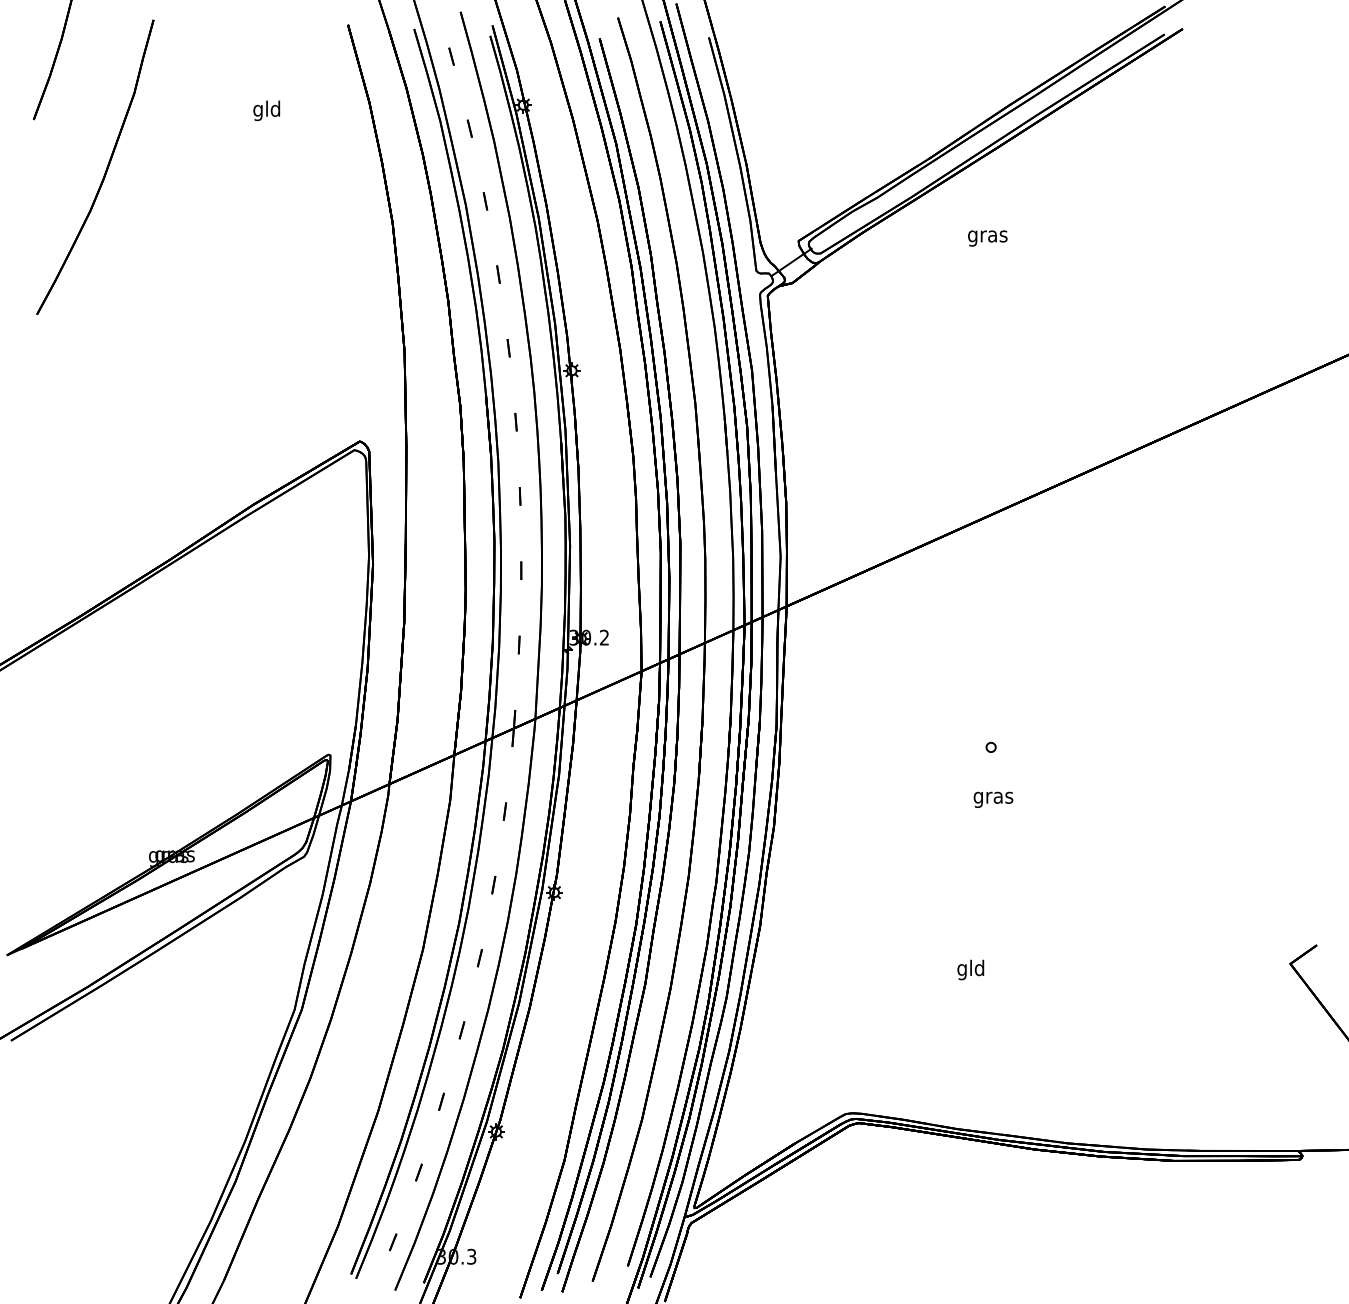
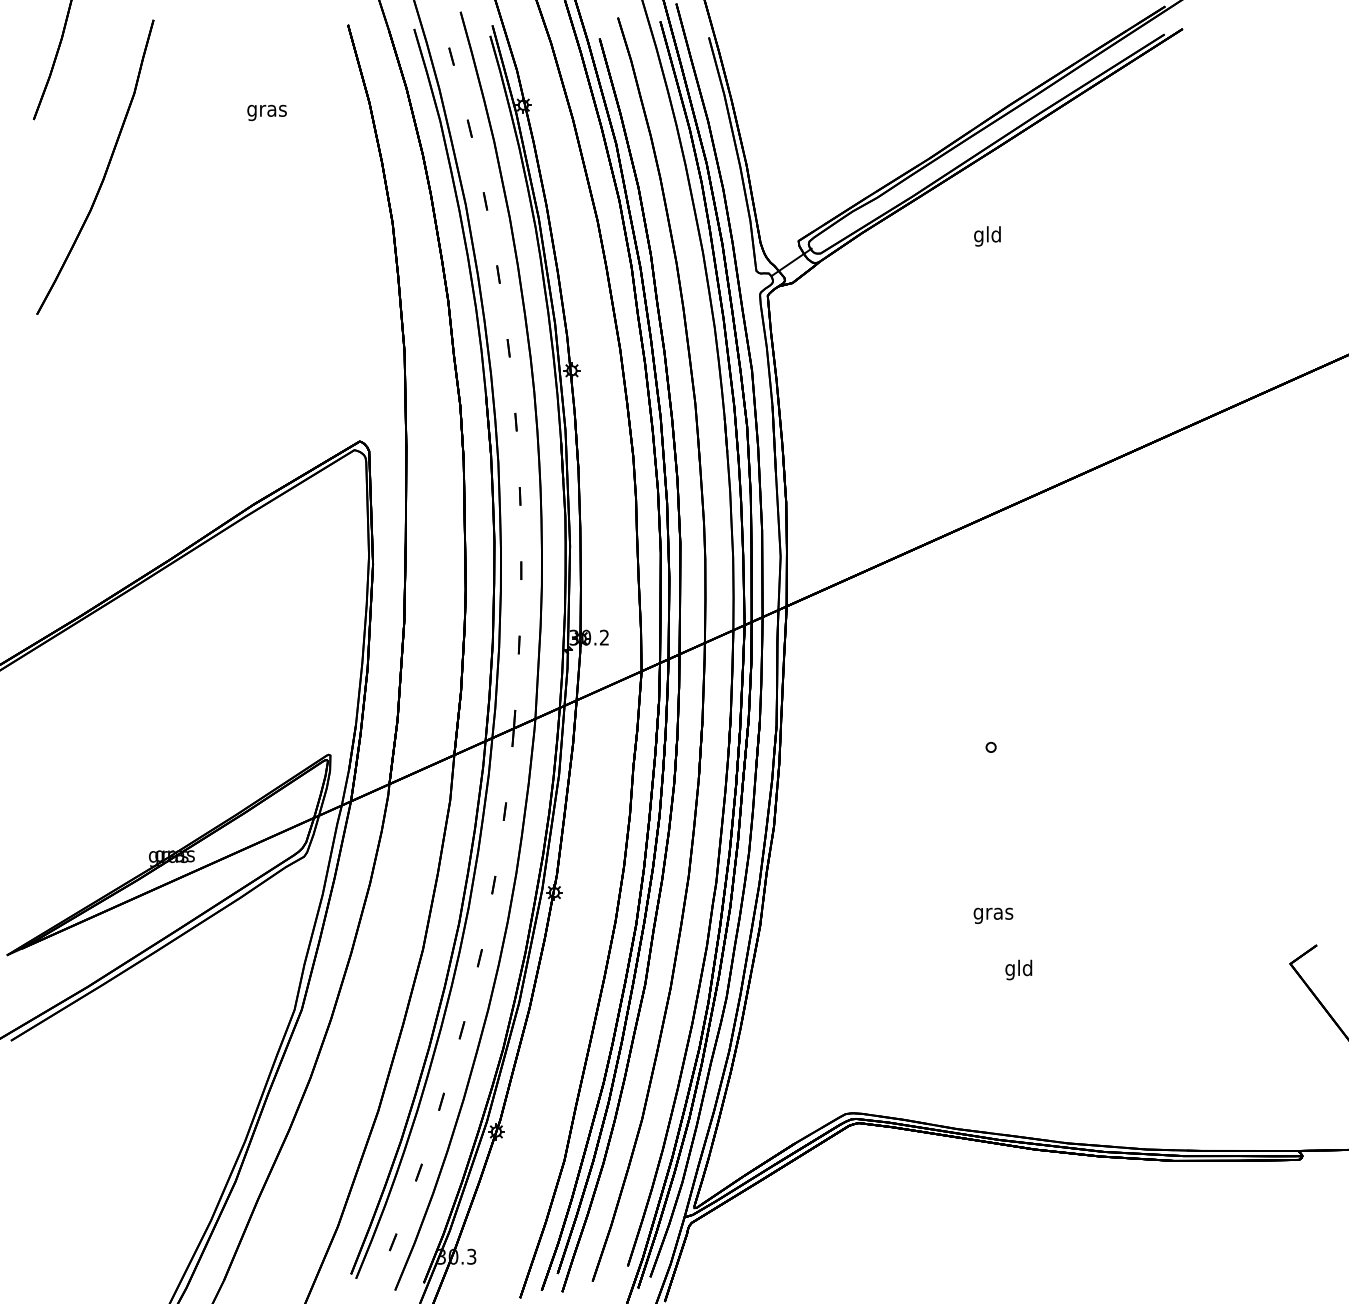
text at (266, 110): gld -> gras
text at (987, 236): gras -> gld
text at (993, 799) position: (993, 799) -> (993, 915)
text at (970, 969) position: (970, 969) -> (1018, 969)
